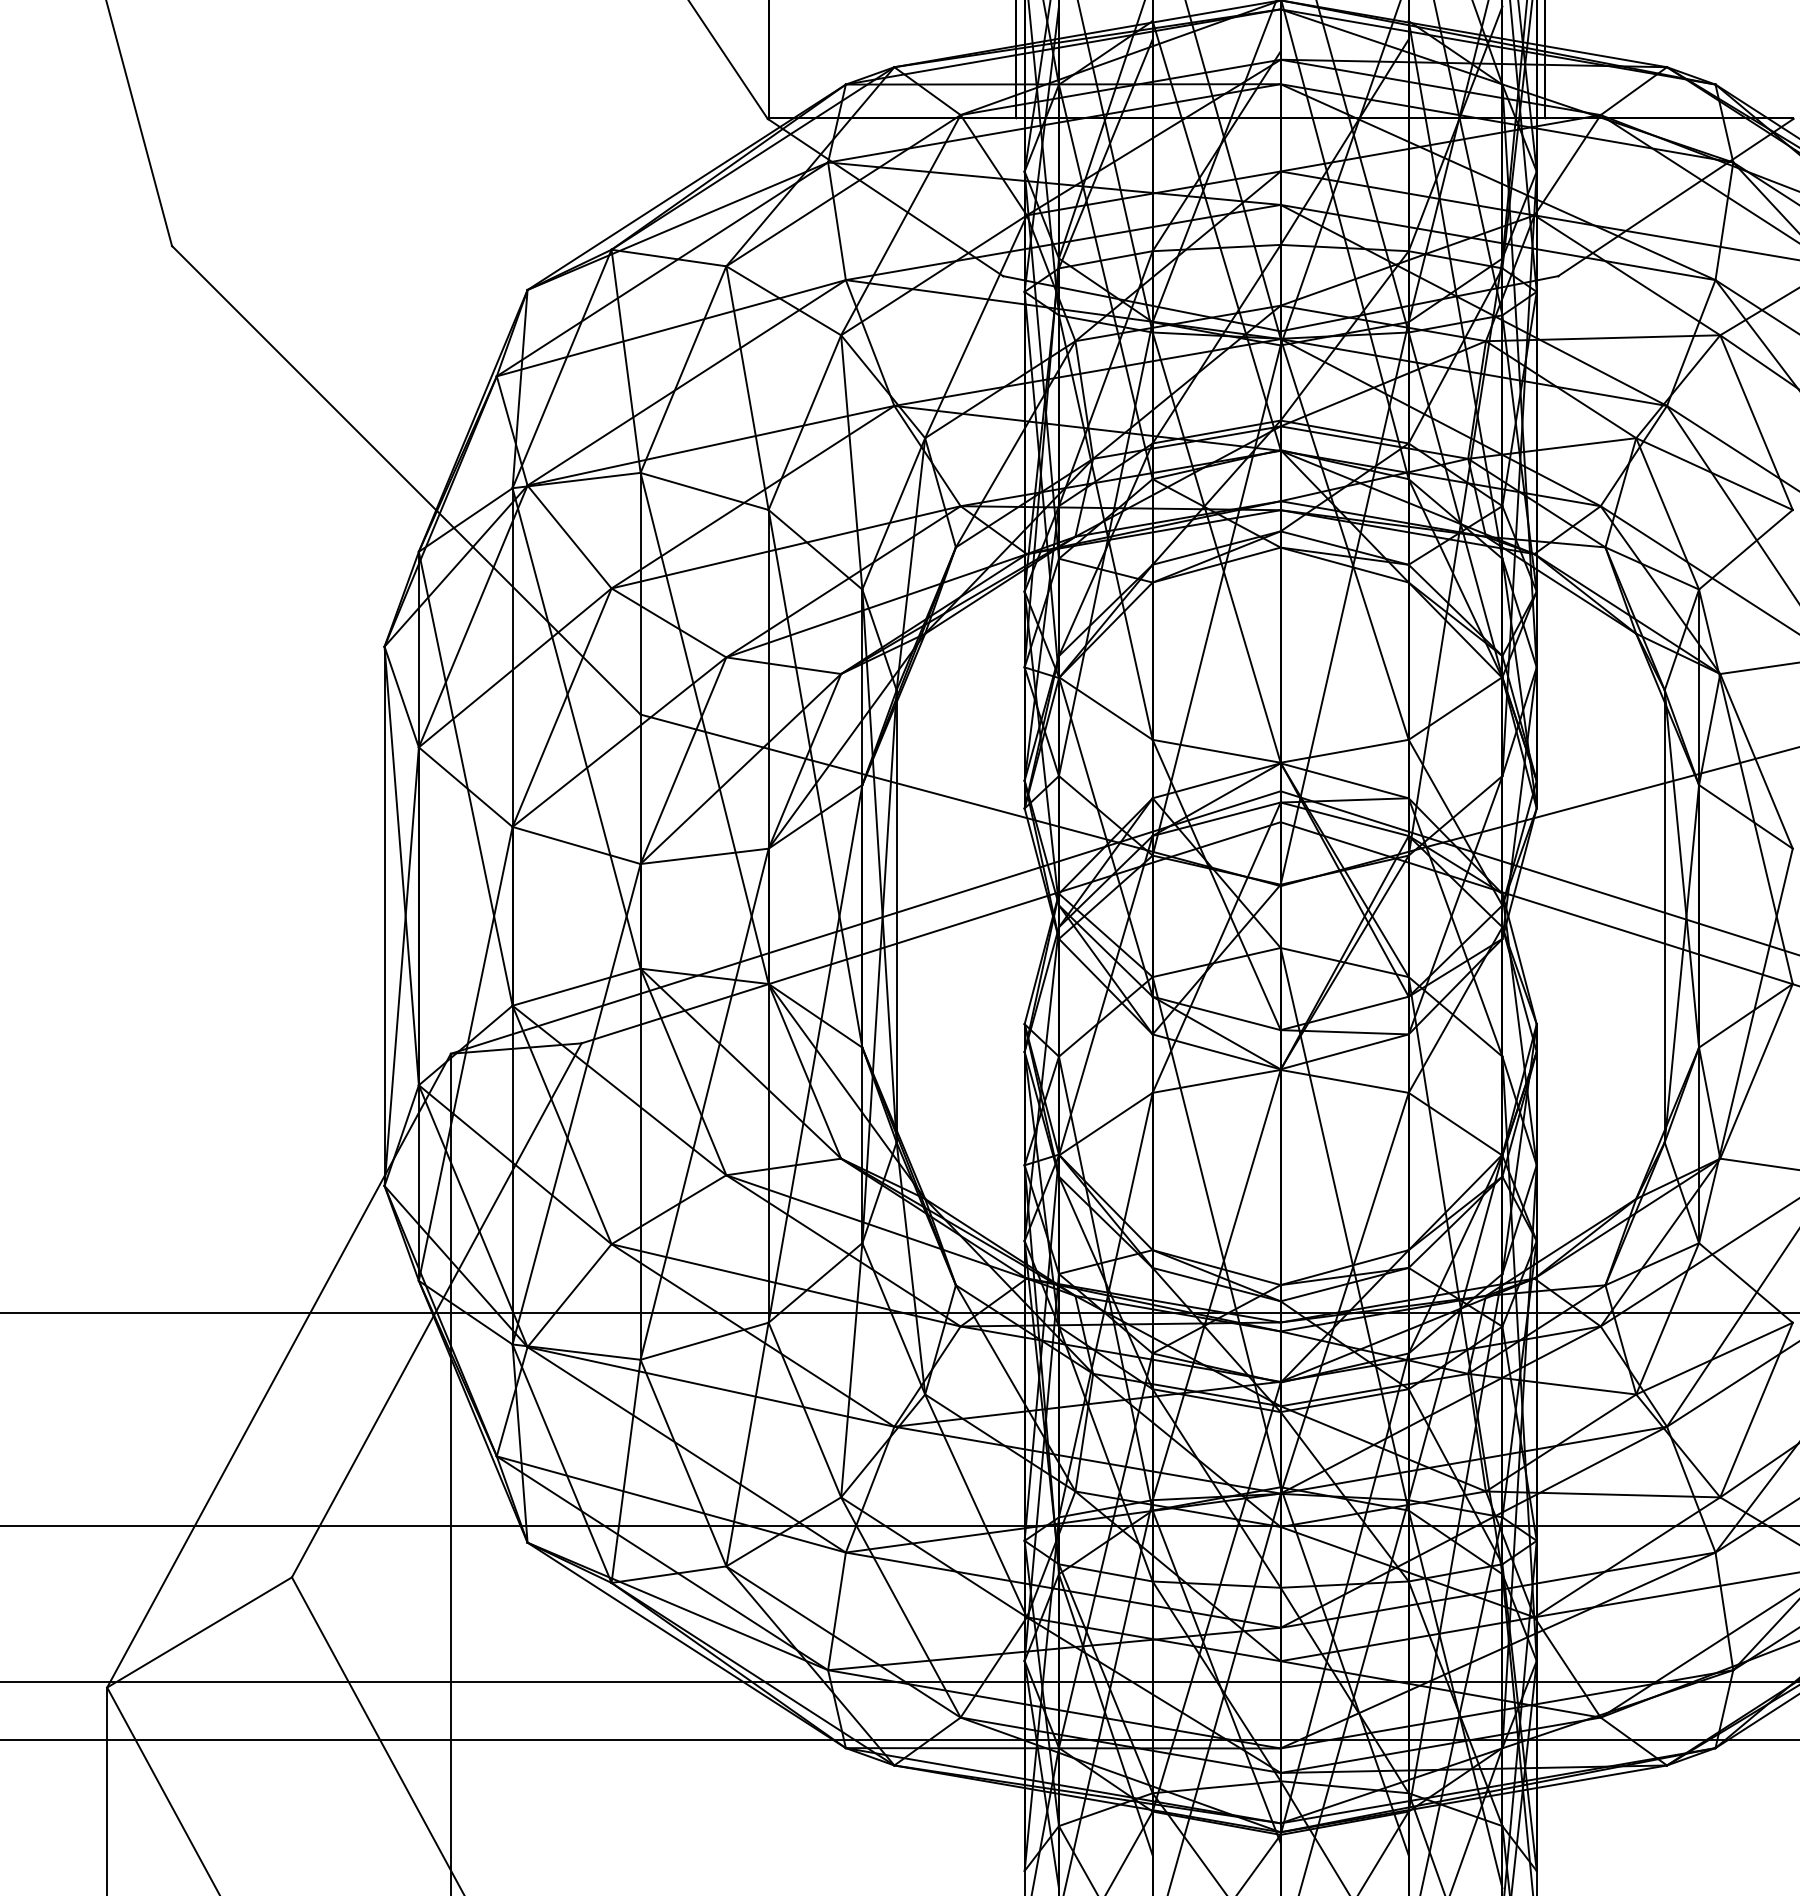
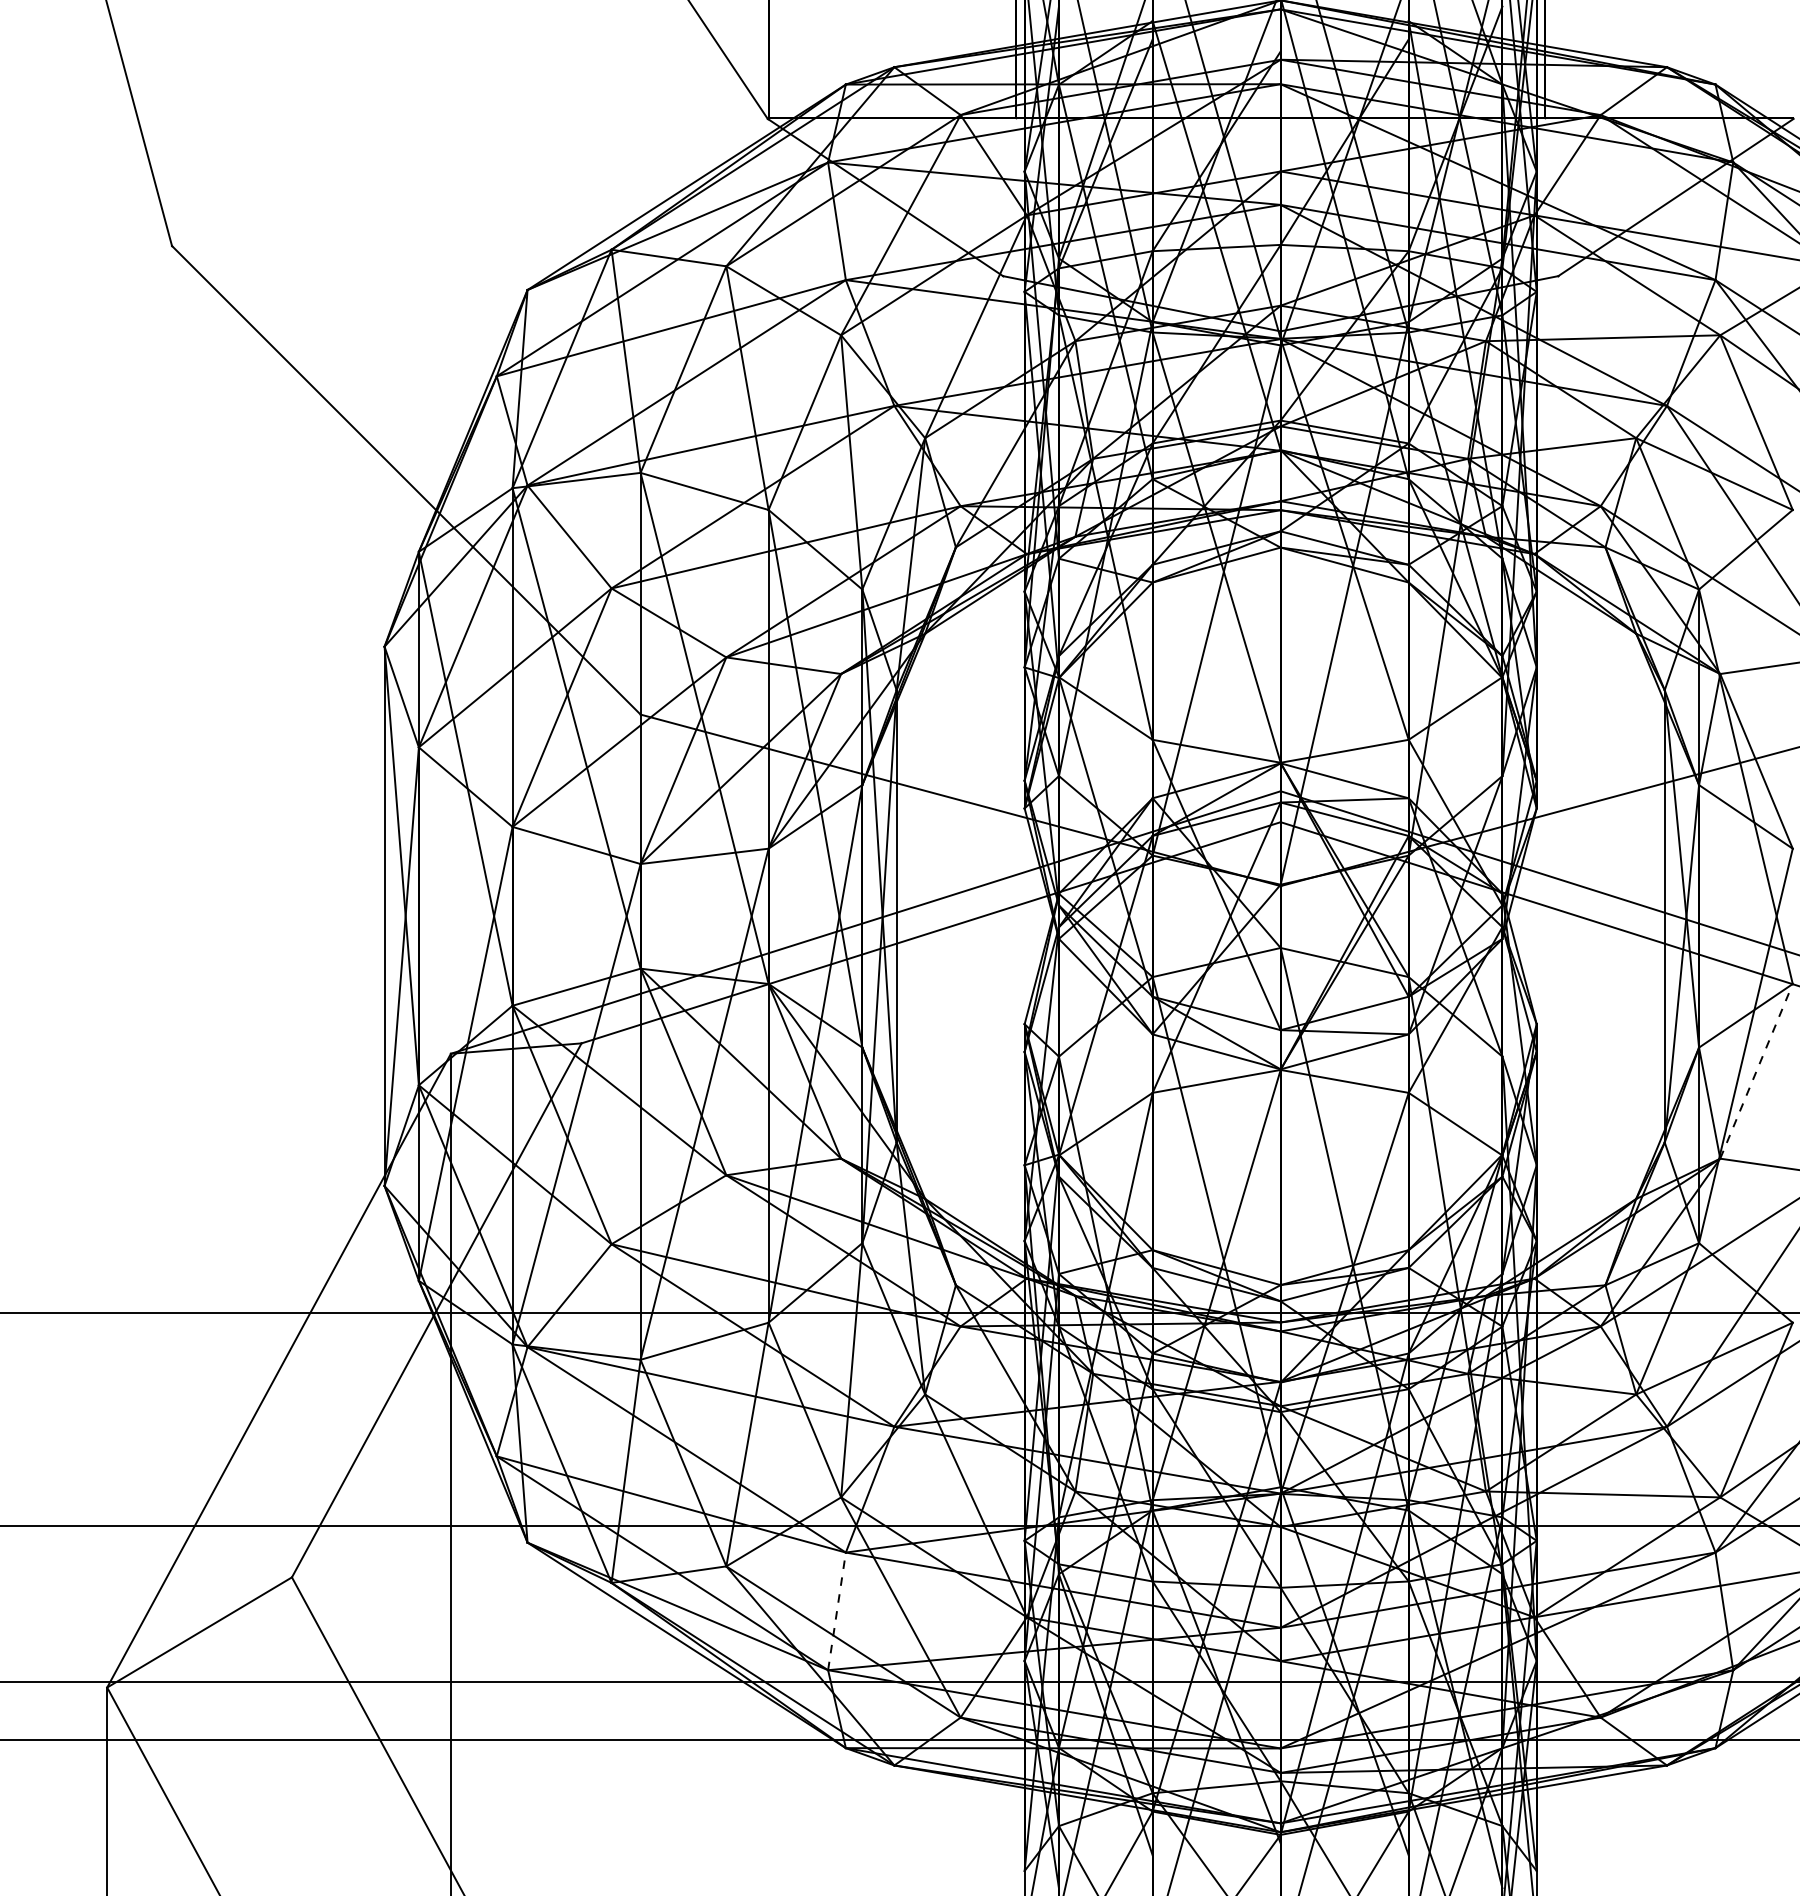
line at (1756, 1071): solid -> dashed
line at (837, 1610): solid -> dashed
